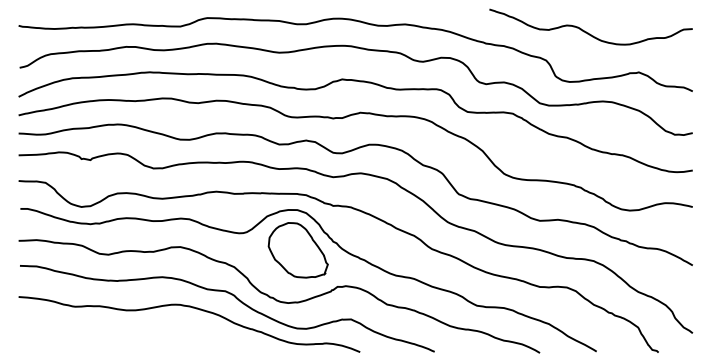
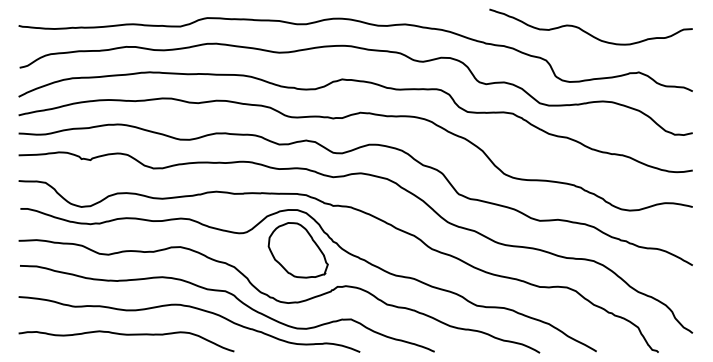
curve at (126, 335): none -> present
